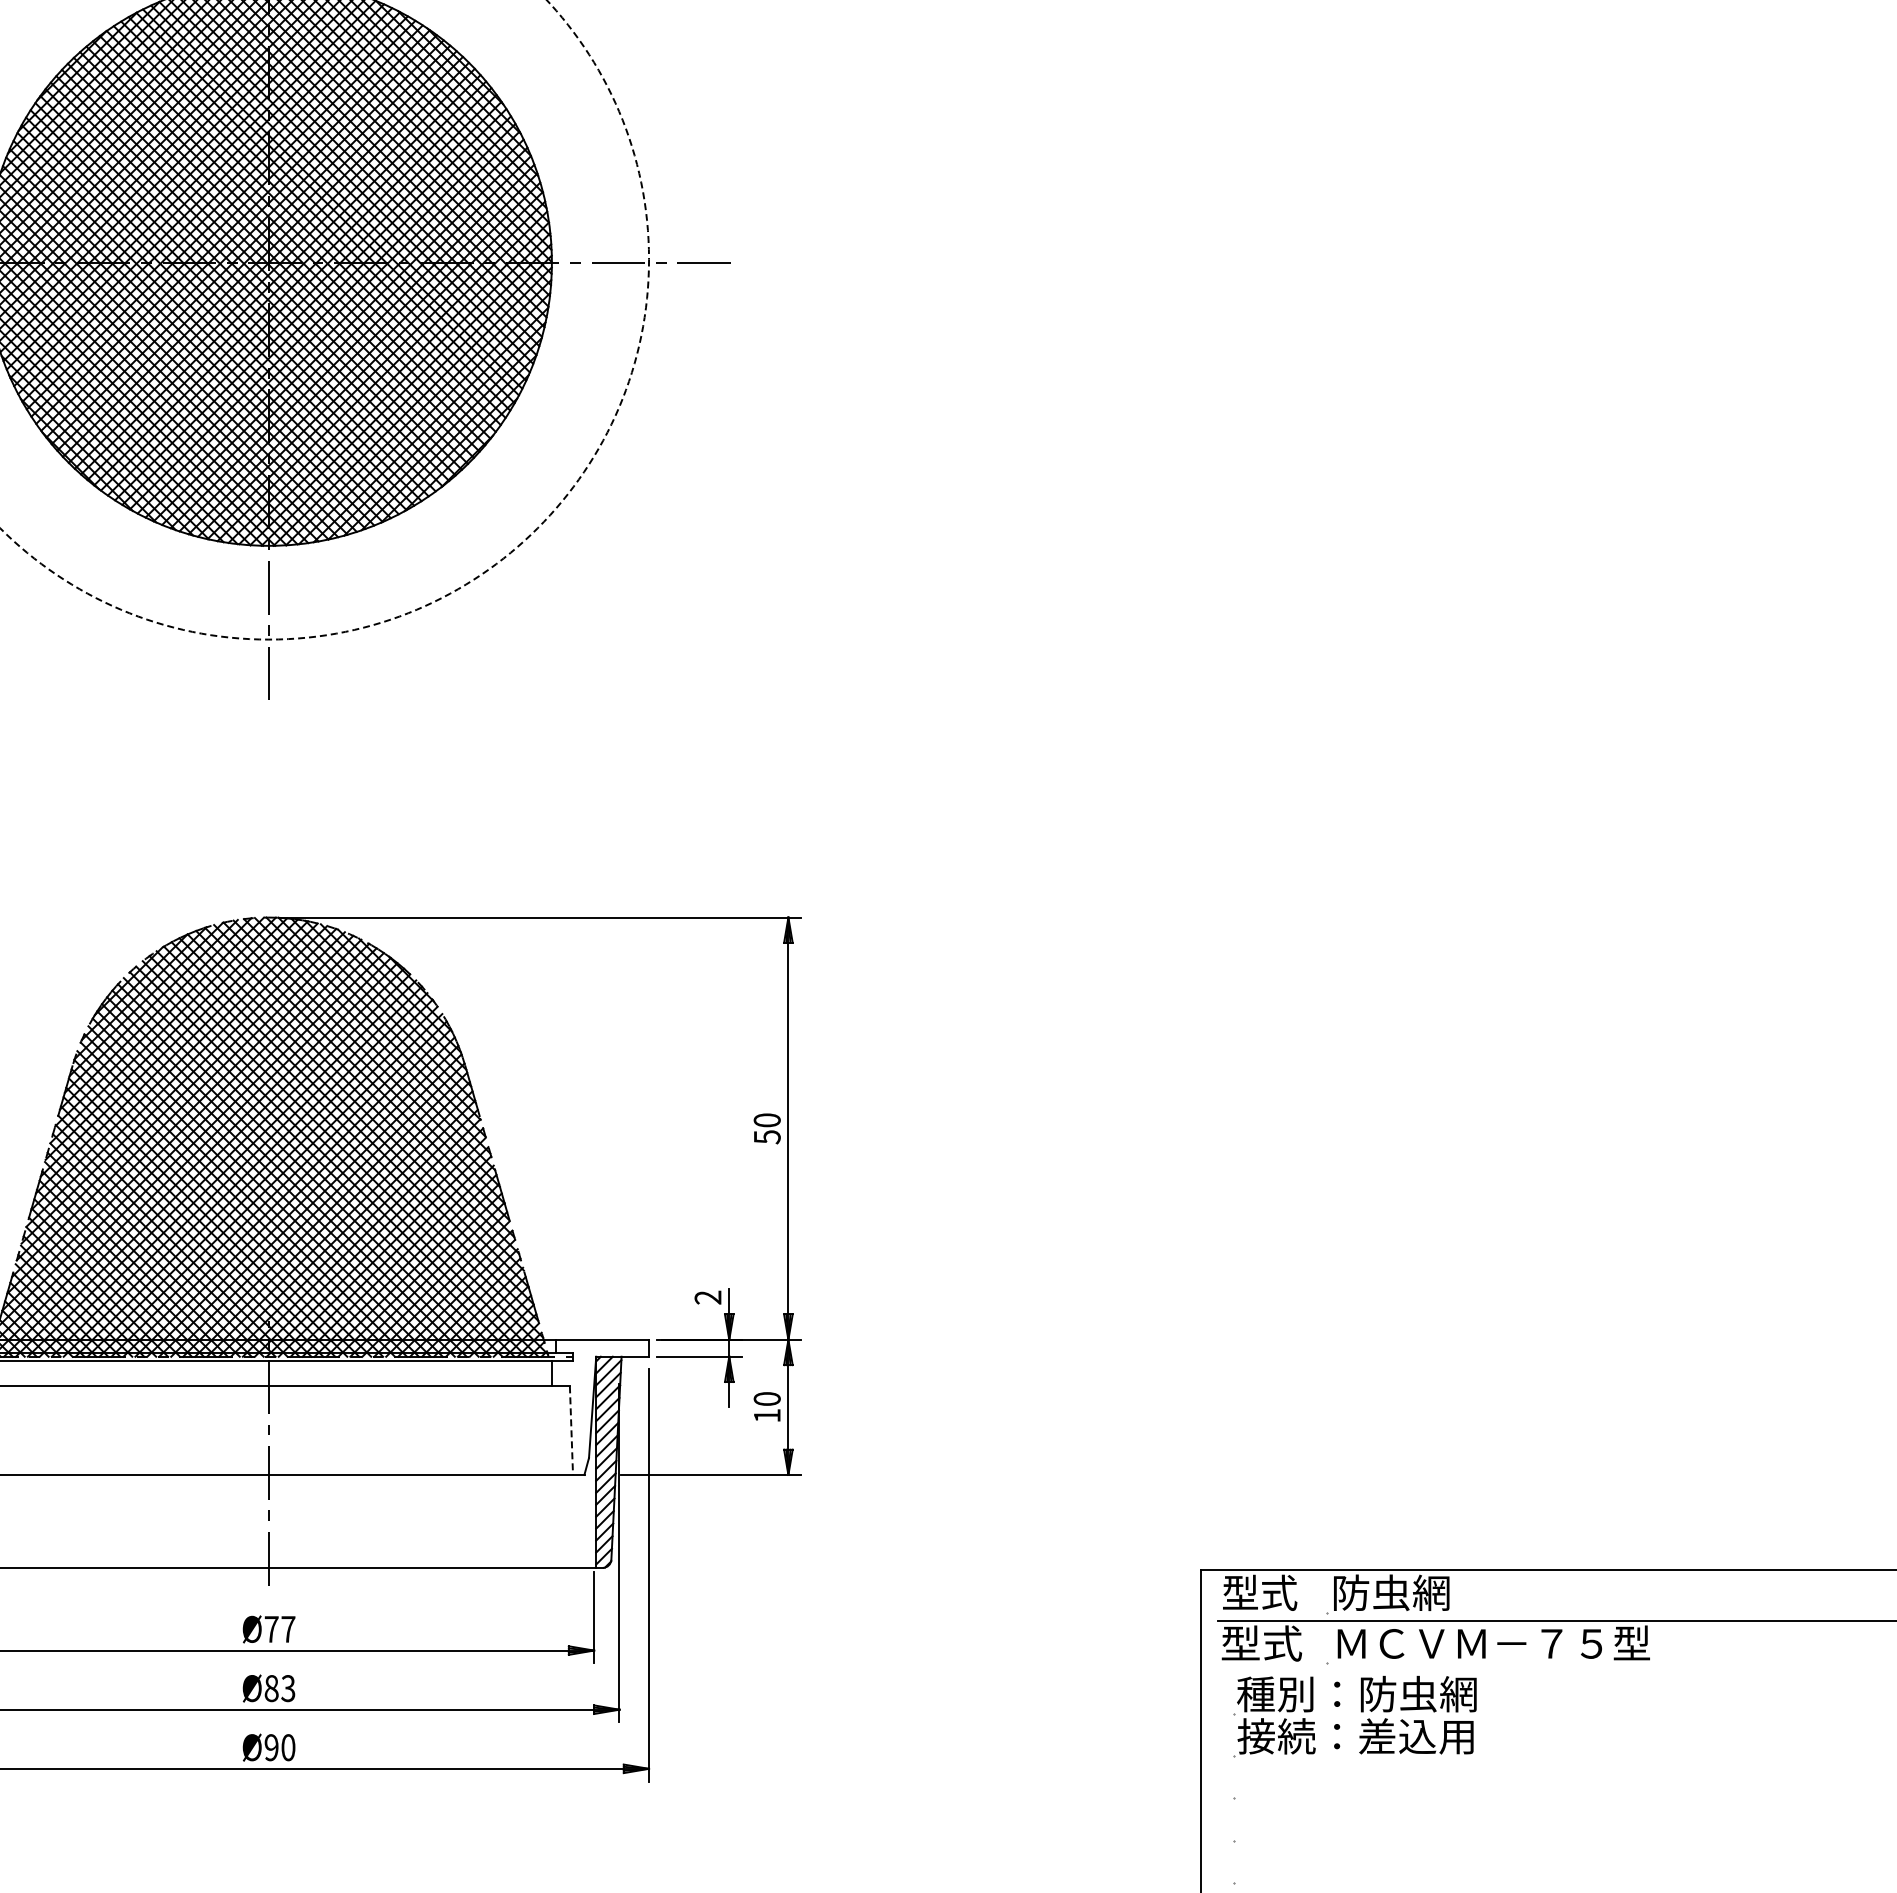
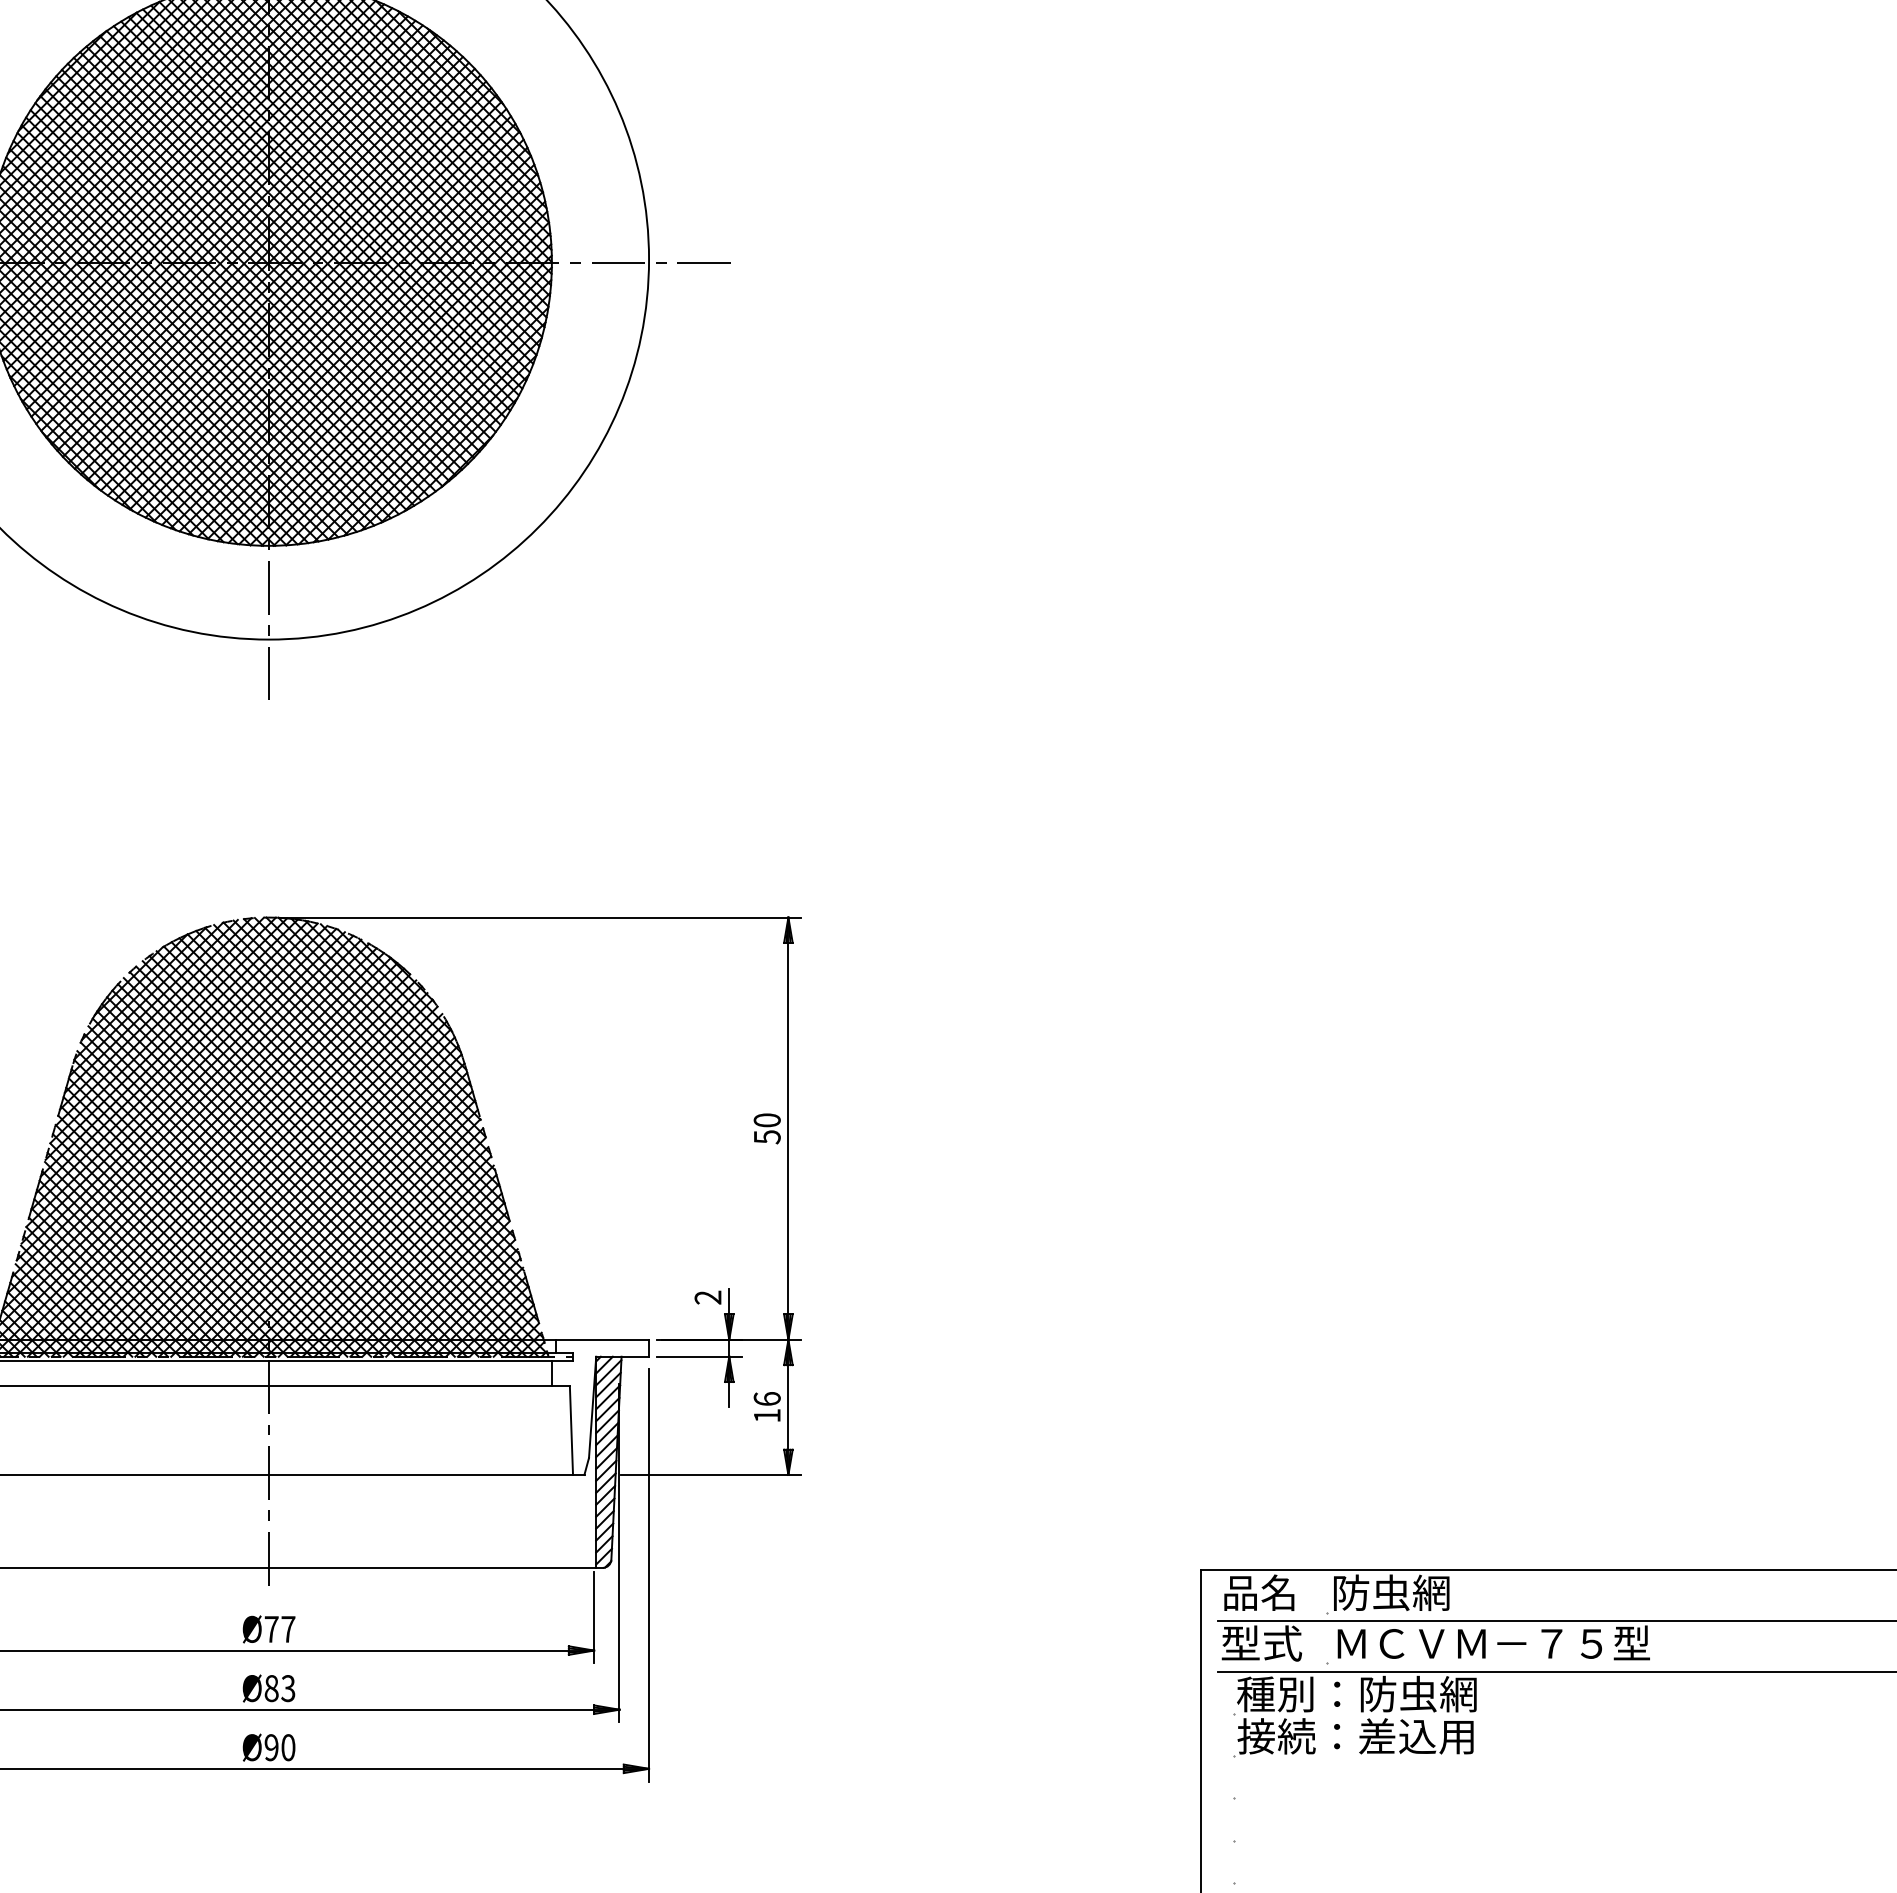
circle at (324, 319): dashed -> solid
text at (766, 1398): 10 -> 16
line at (571, 1431): dashed -> solid
text at (1260, 1592): 型式 -> 品名
line at (1555, 1671): none -> present
